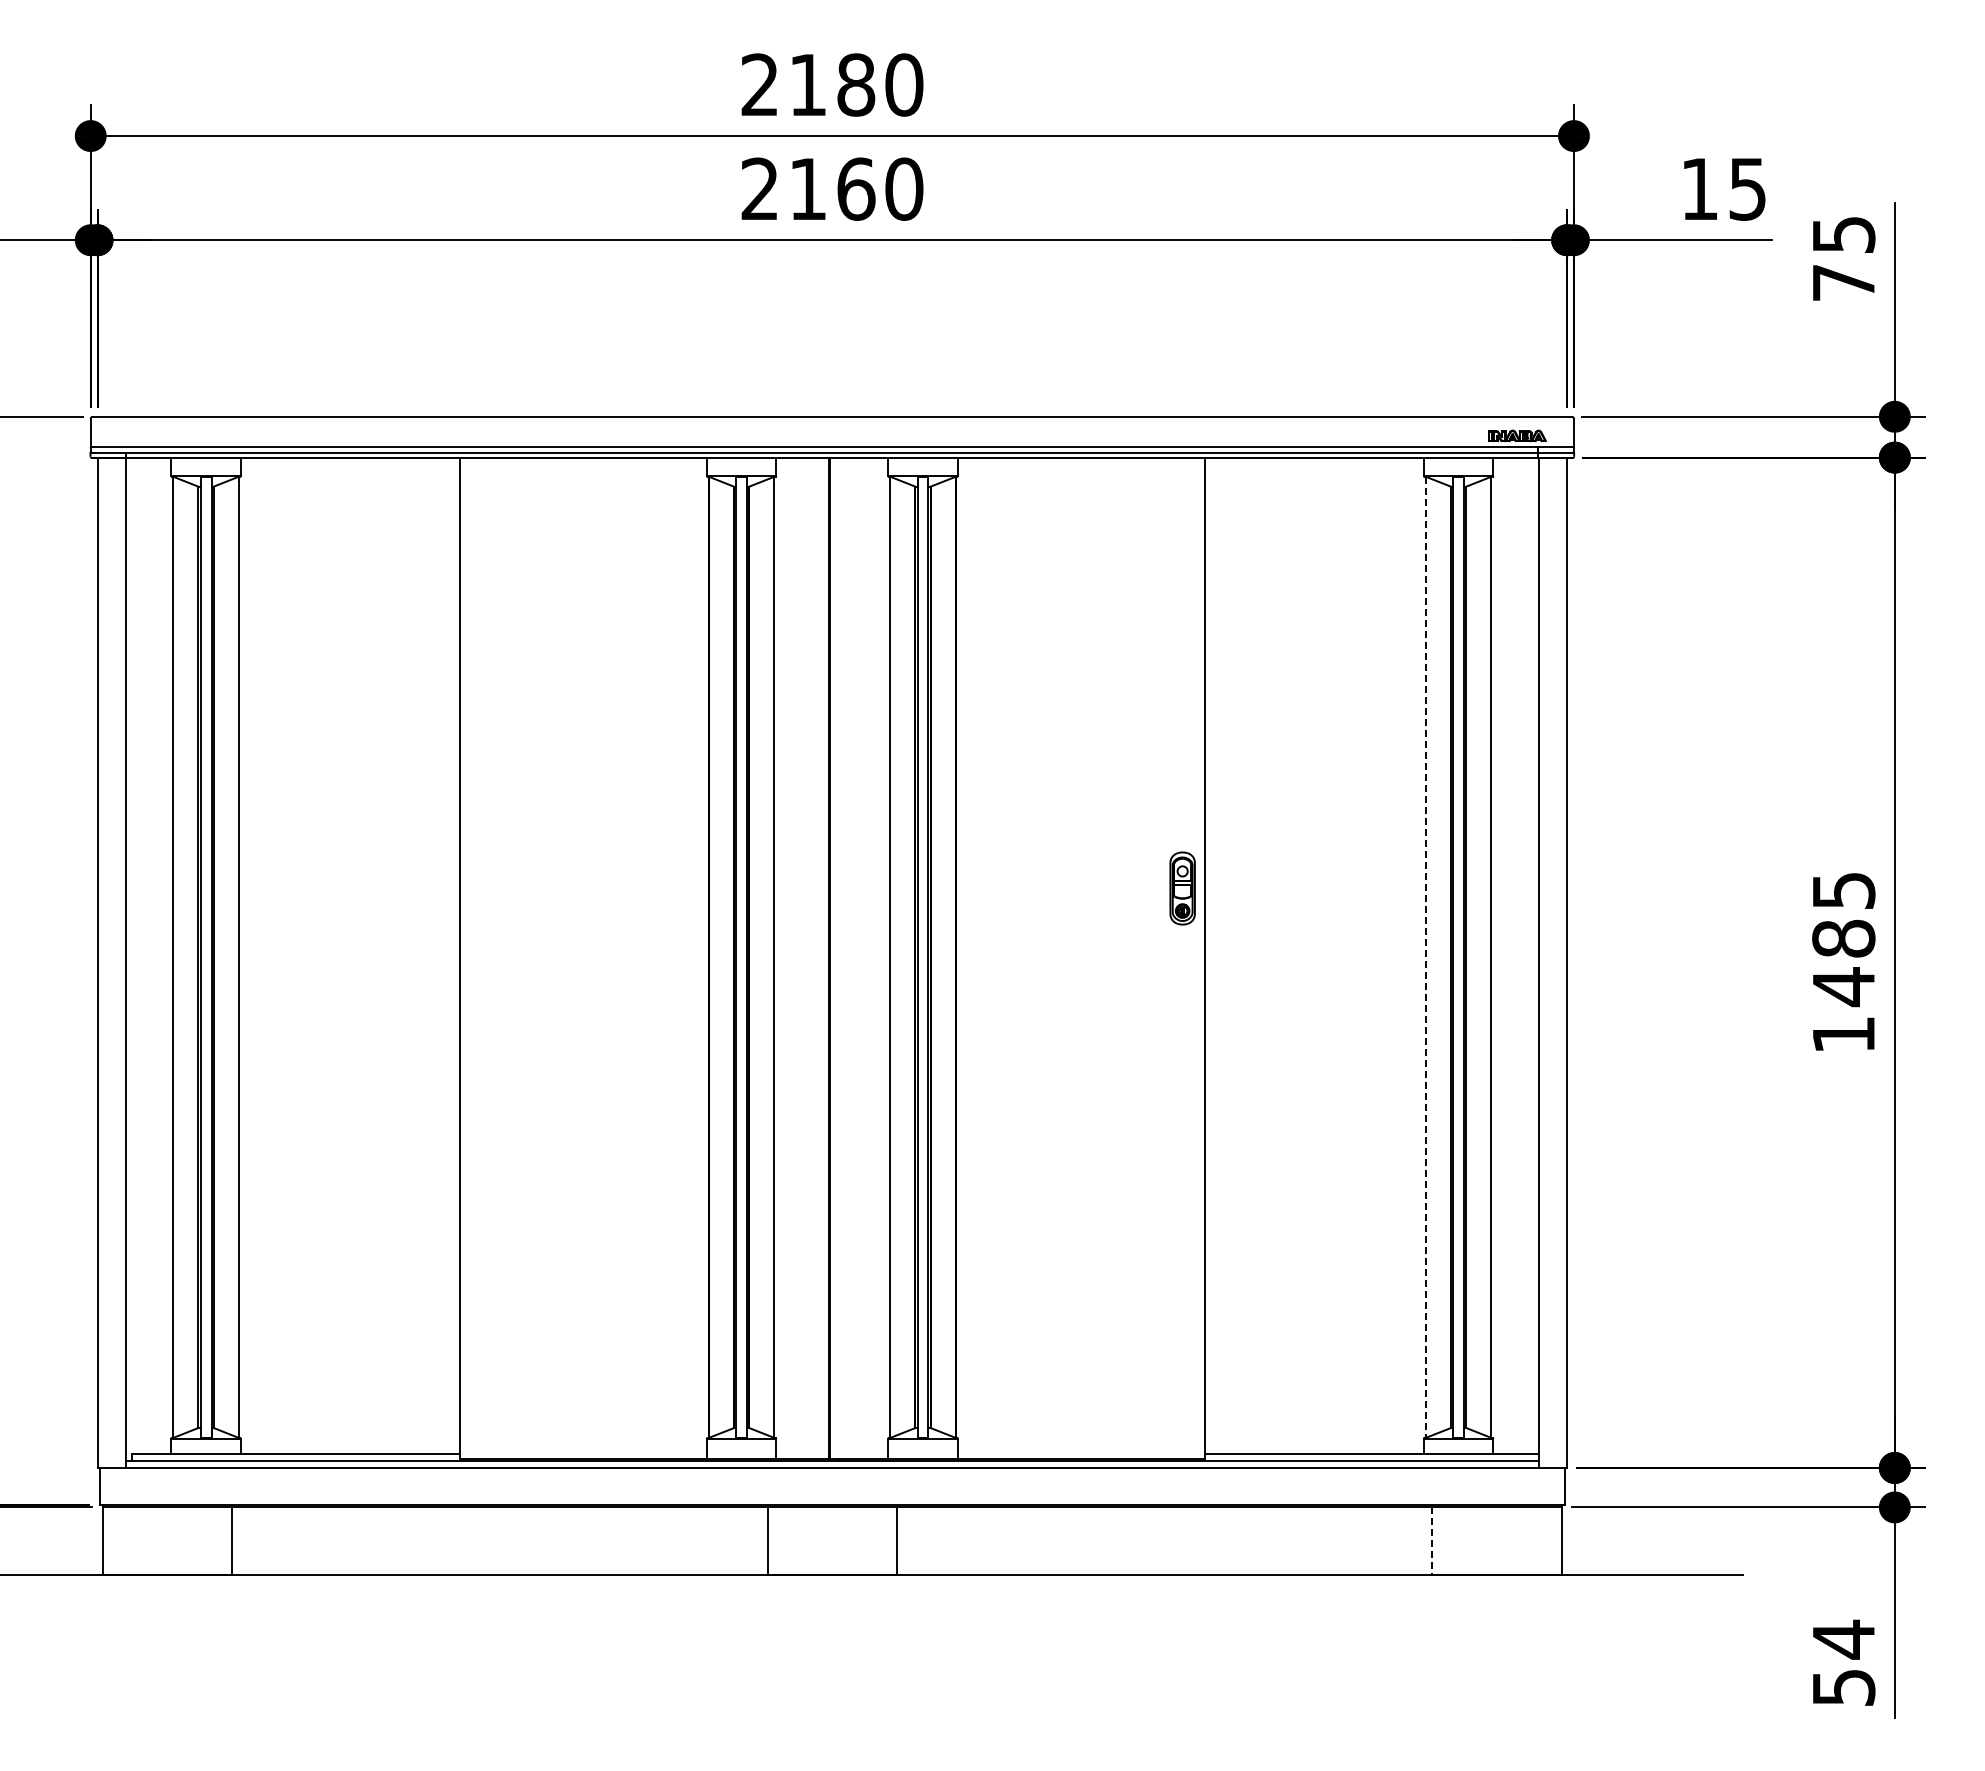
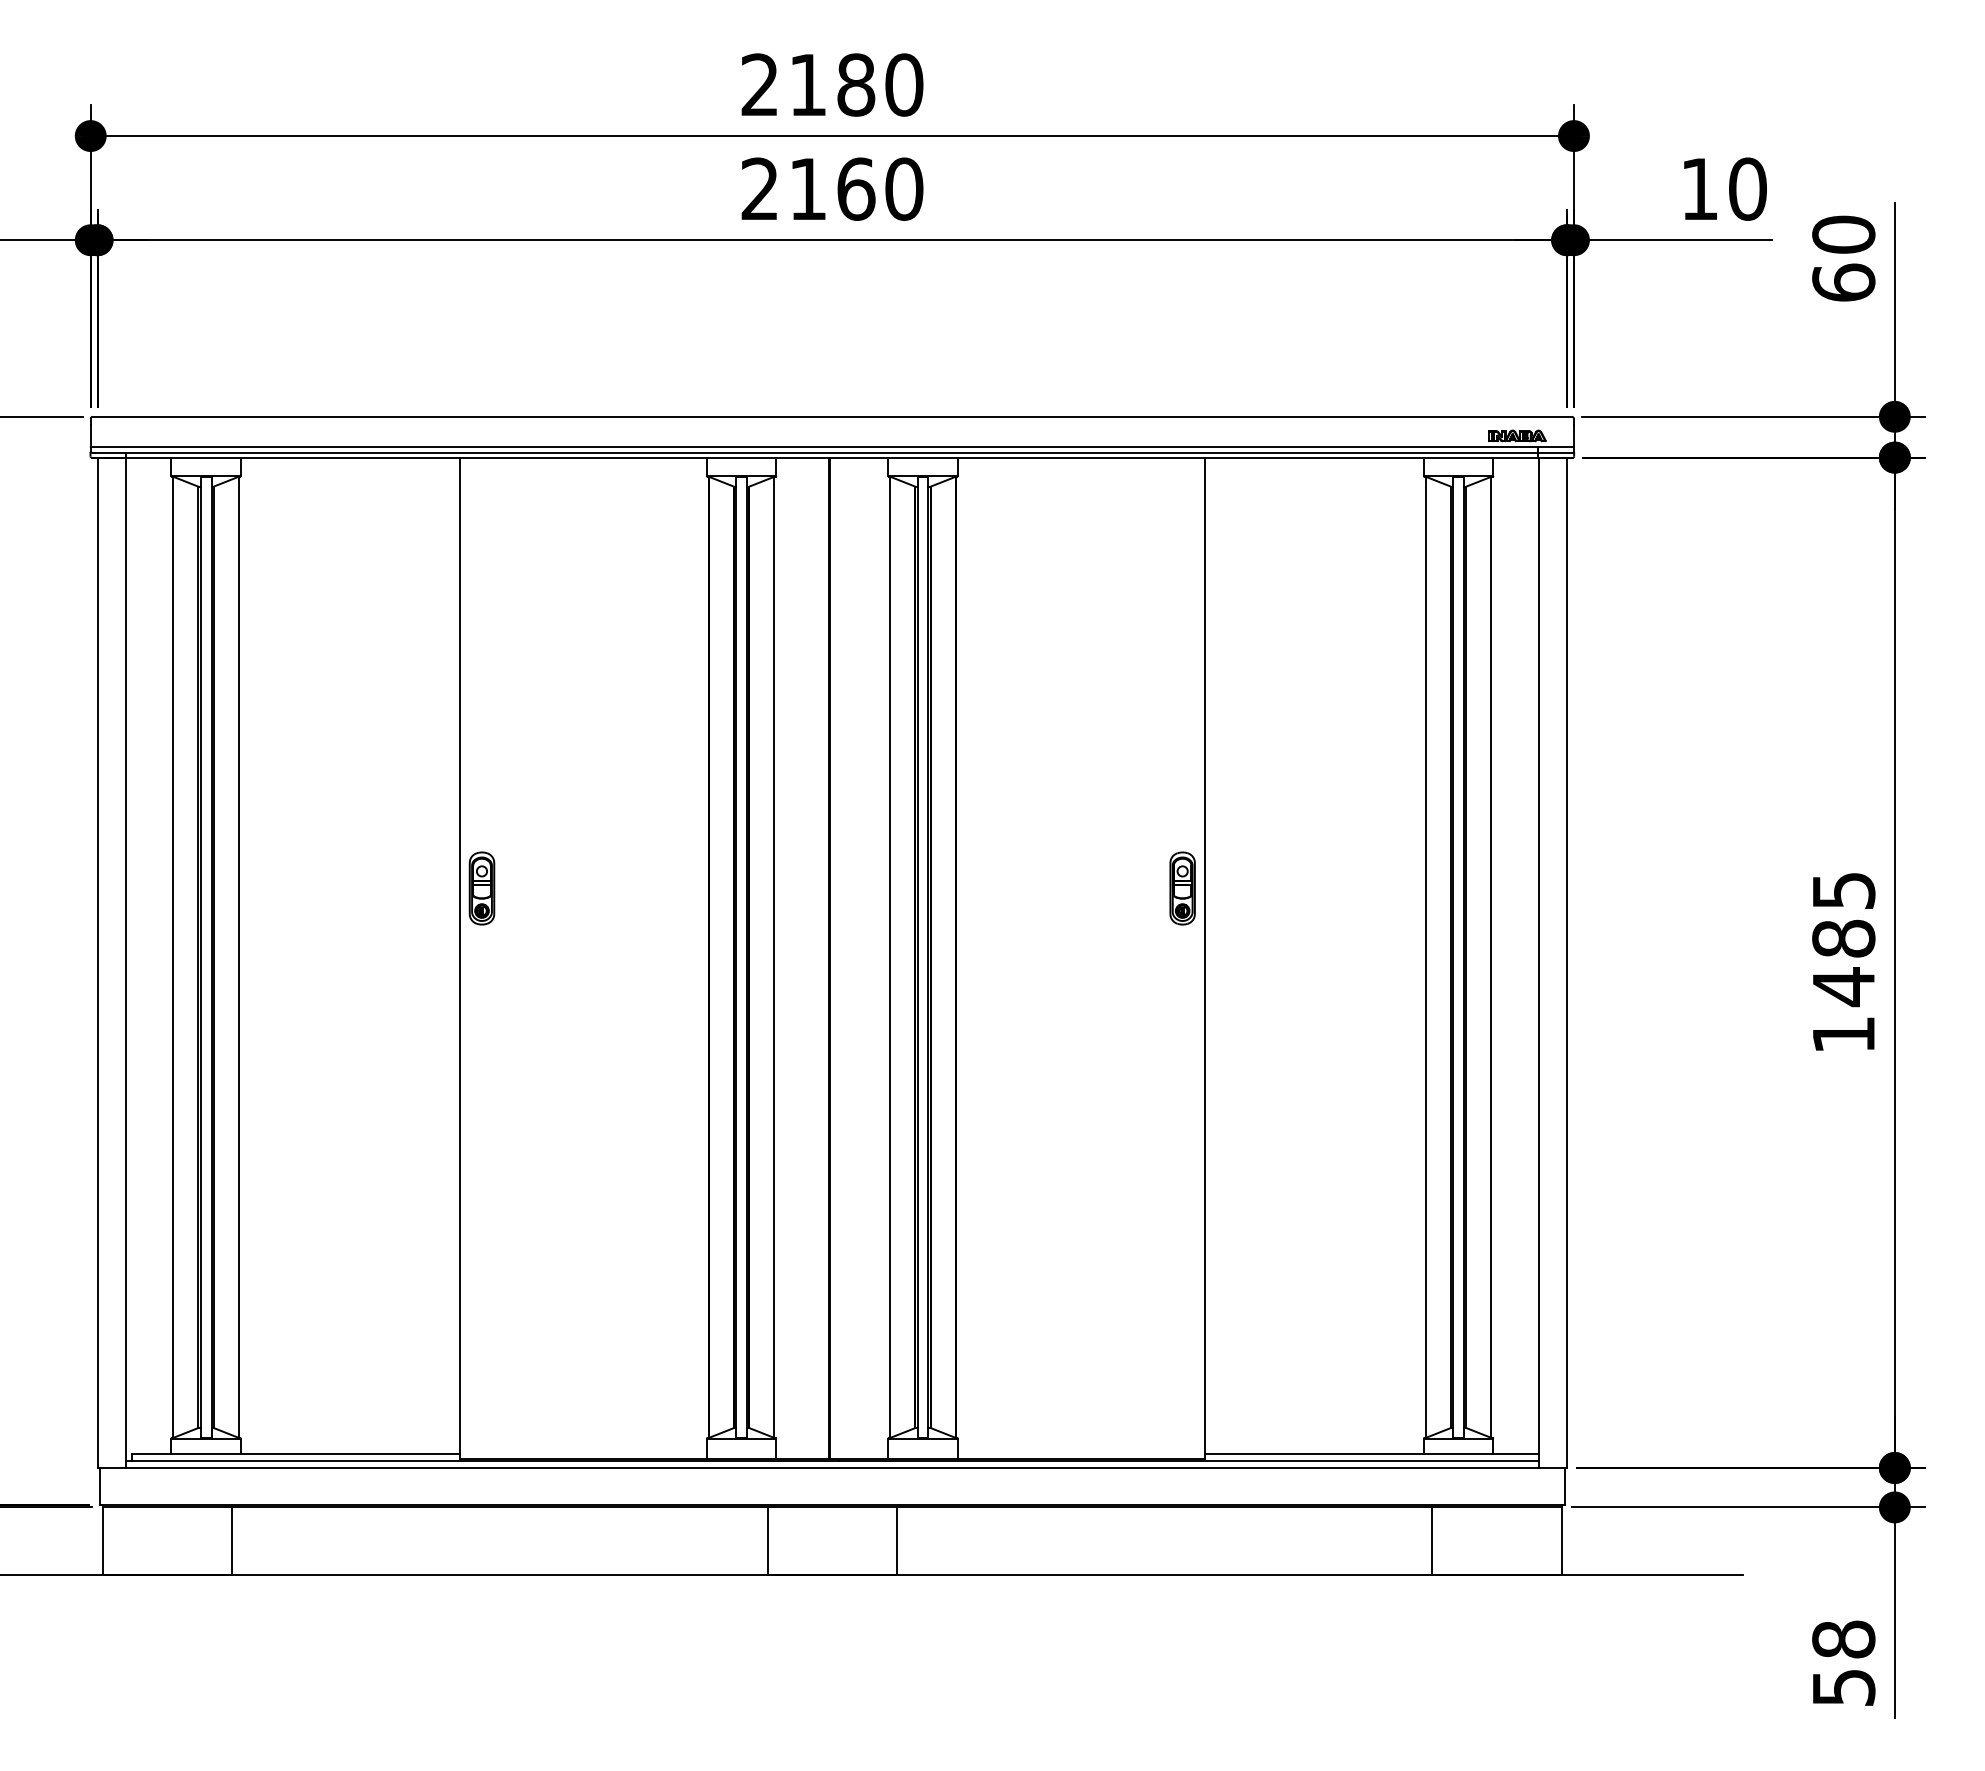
text at (1747, 188): 15 -> 10
text at (1843, 258): 75 -> 60
part at (481, 888): none -> present
line at (1425, 957): dashed -> solid
line at (1432, 1541): dashed -> solid
text at (1843, 1639): 54 -> 58
